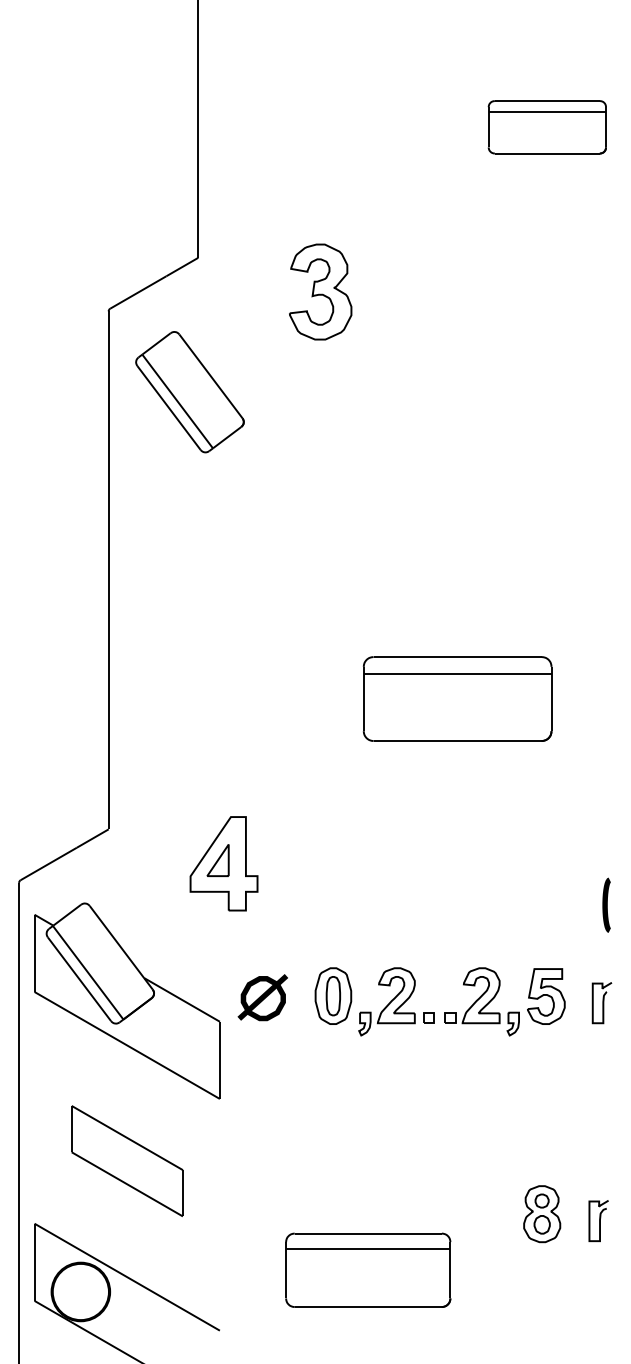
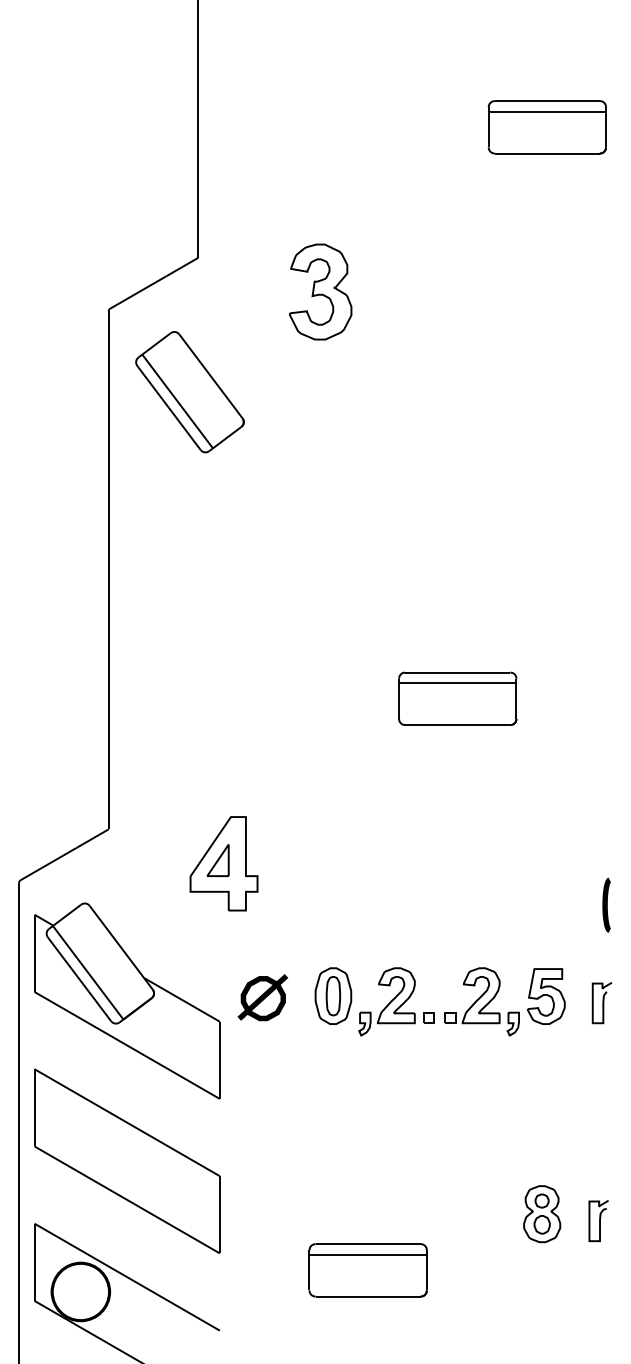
part at (457, 698) size: 191x86 px -> 120x55 px
part at (127, 1160) size: 113x112 px -> 187x186 px
part at (368, 1269) size: 167x76 px -> 120x55 px
